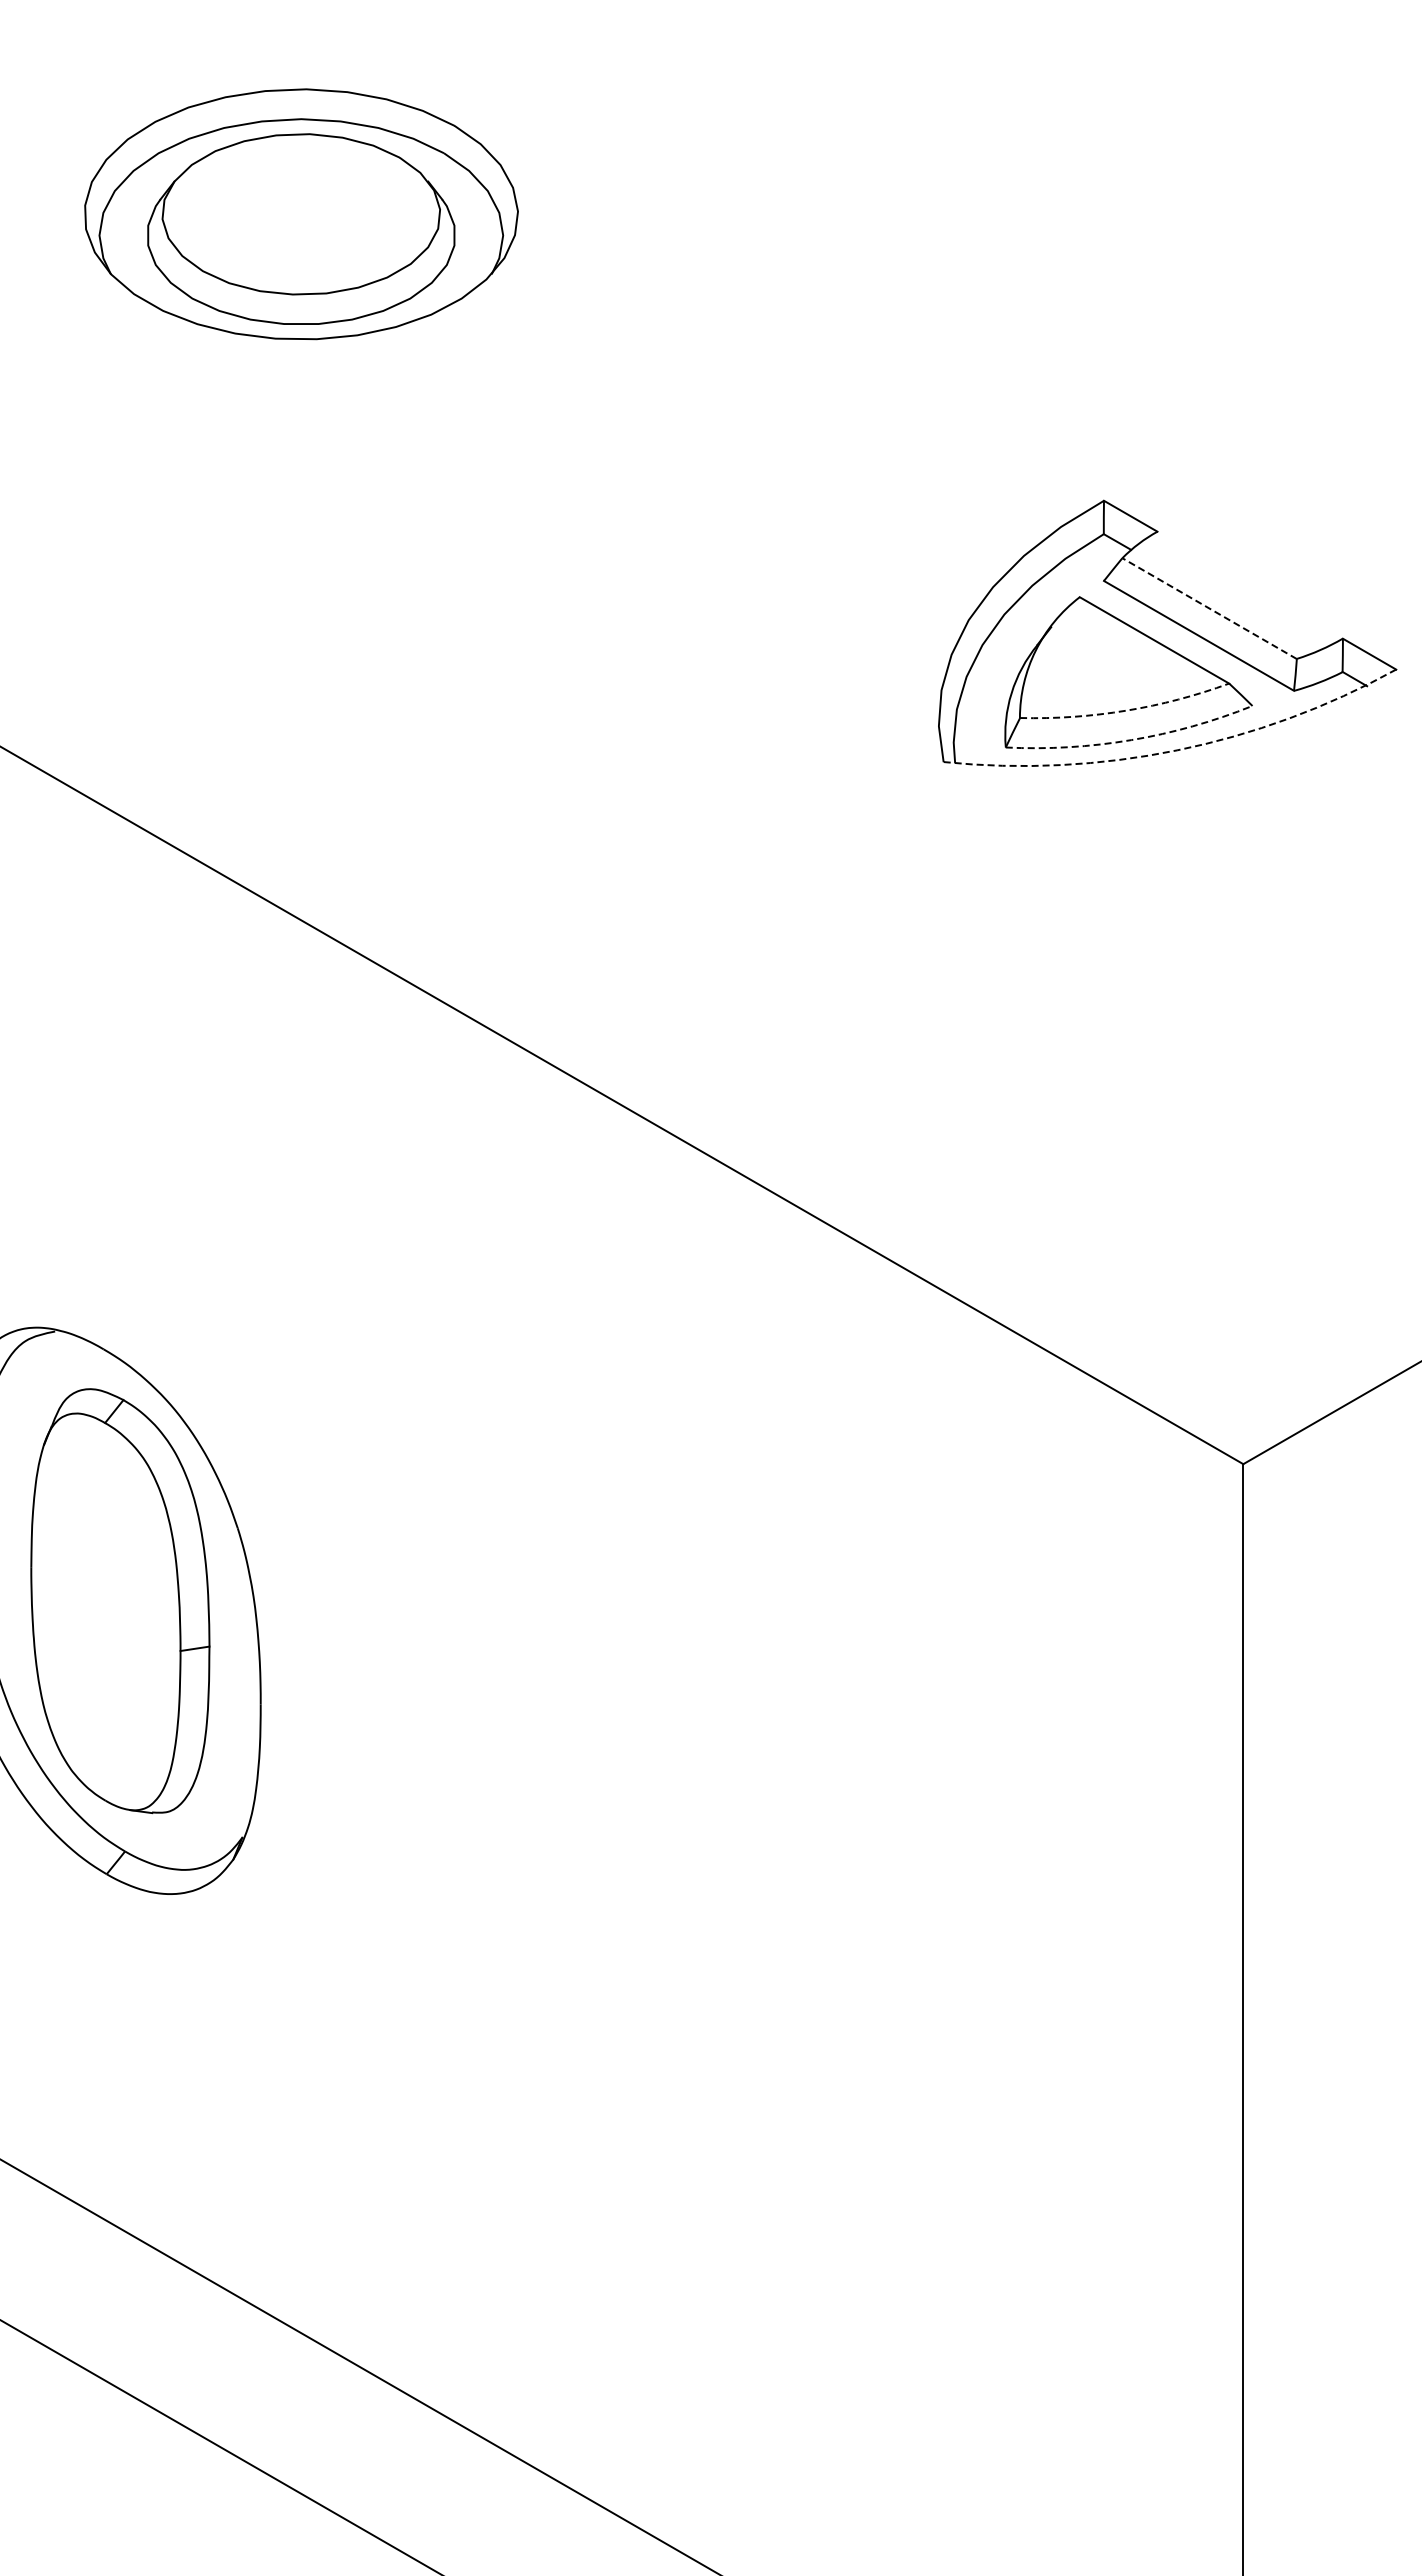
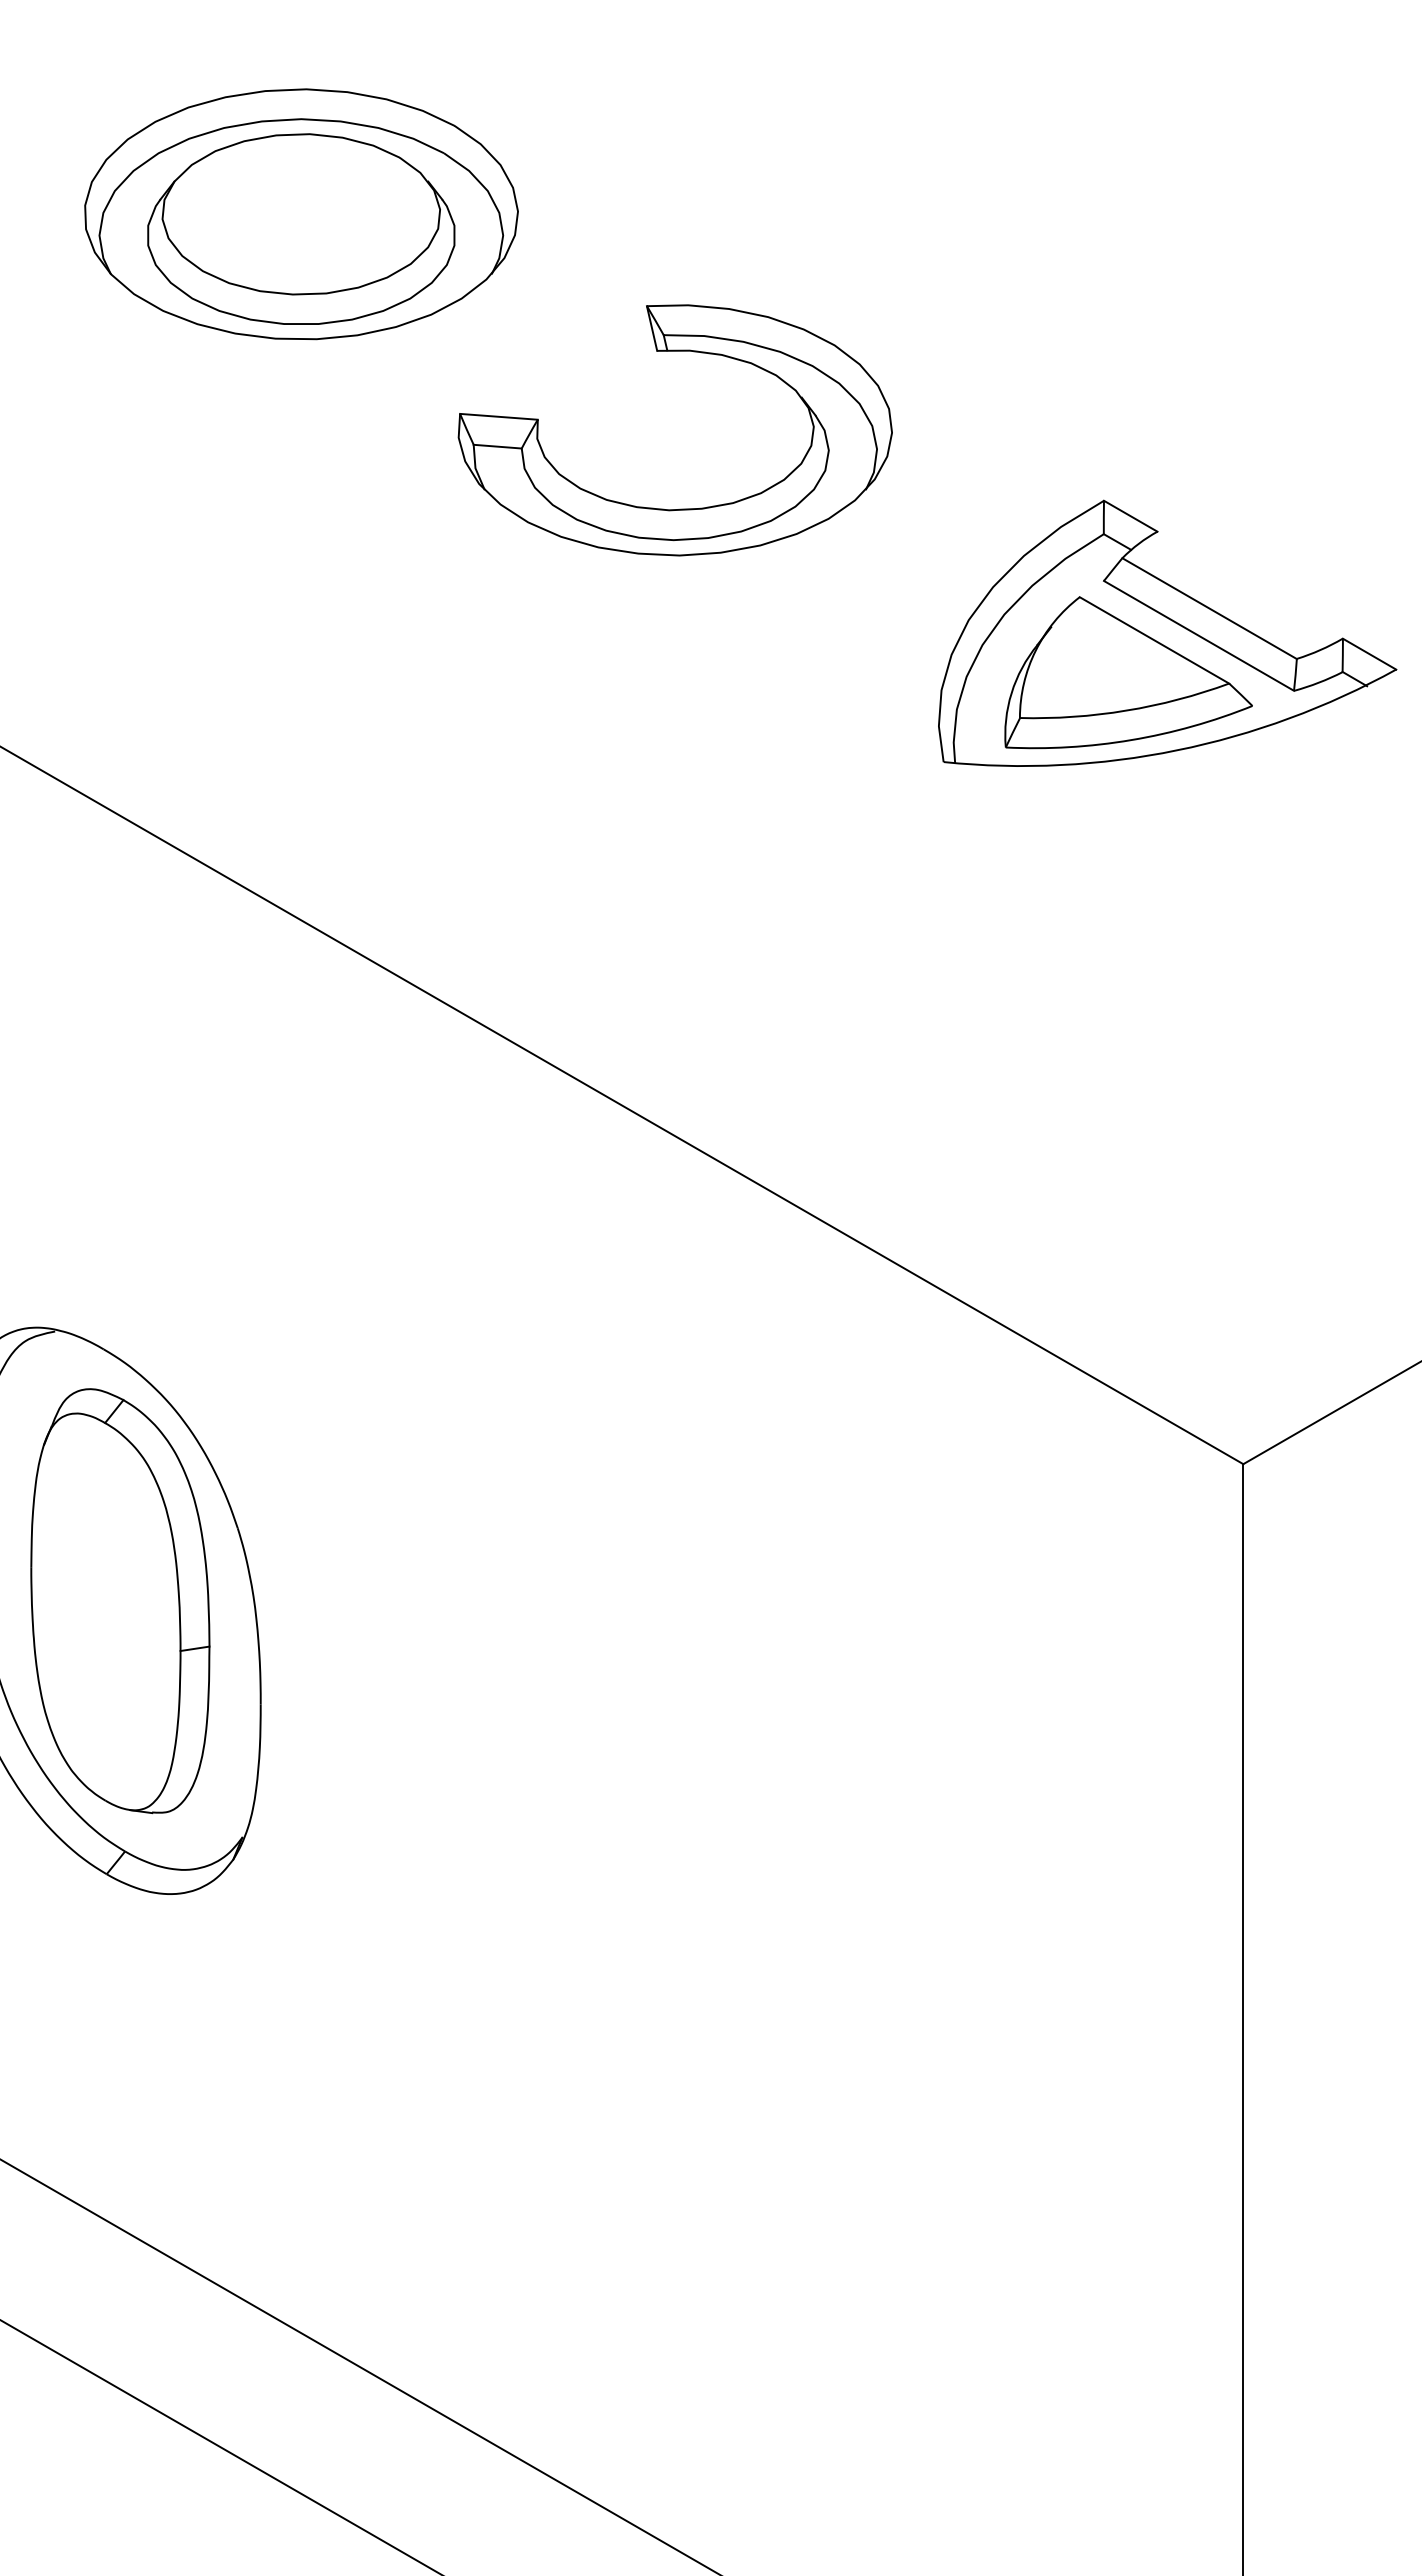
part at (679, 508): none -> present
line at (1209, 608): dashed -> solid
arc at (1126, 710): dashed -> solid
arc at (1131, 740): dashed -> solid
arc at (1177, 750): dashed -> solid
